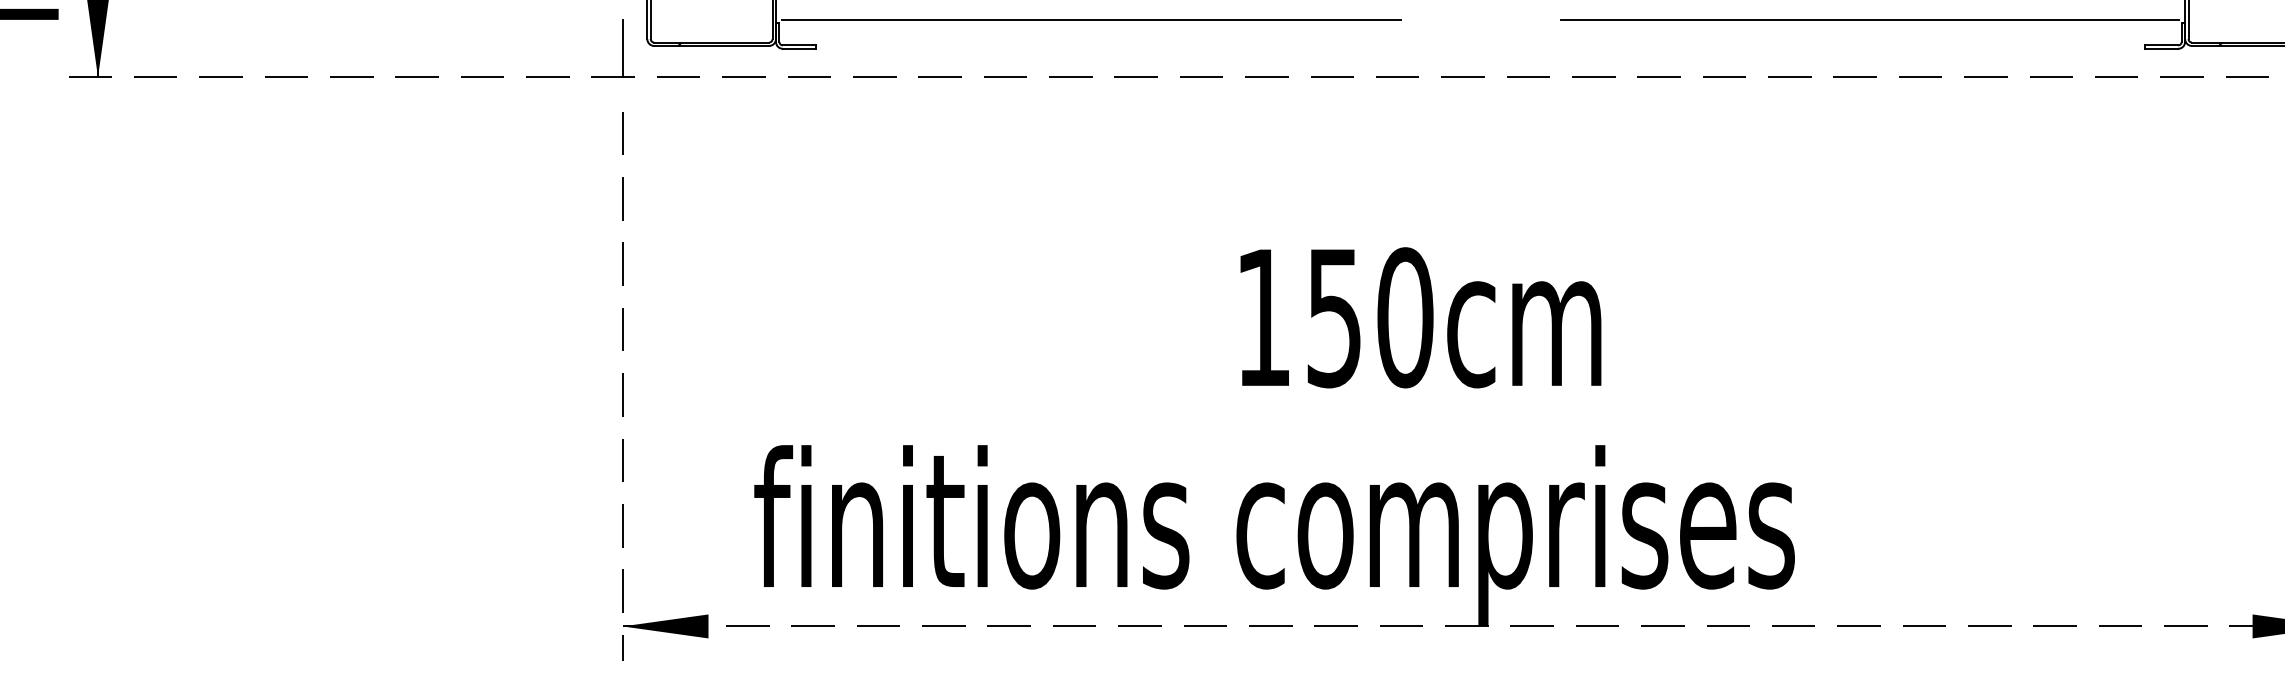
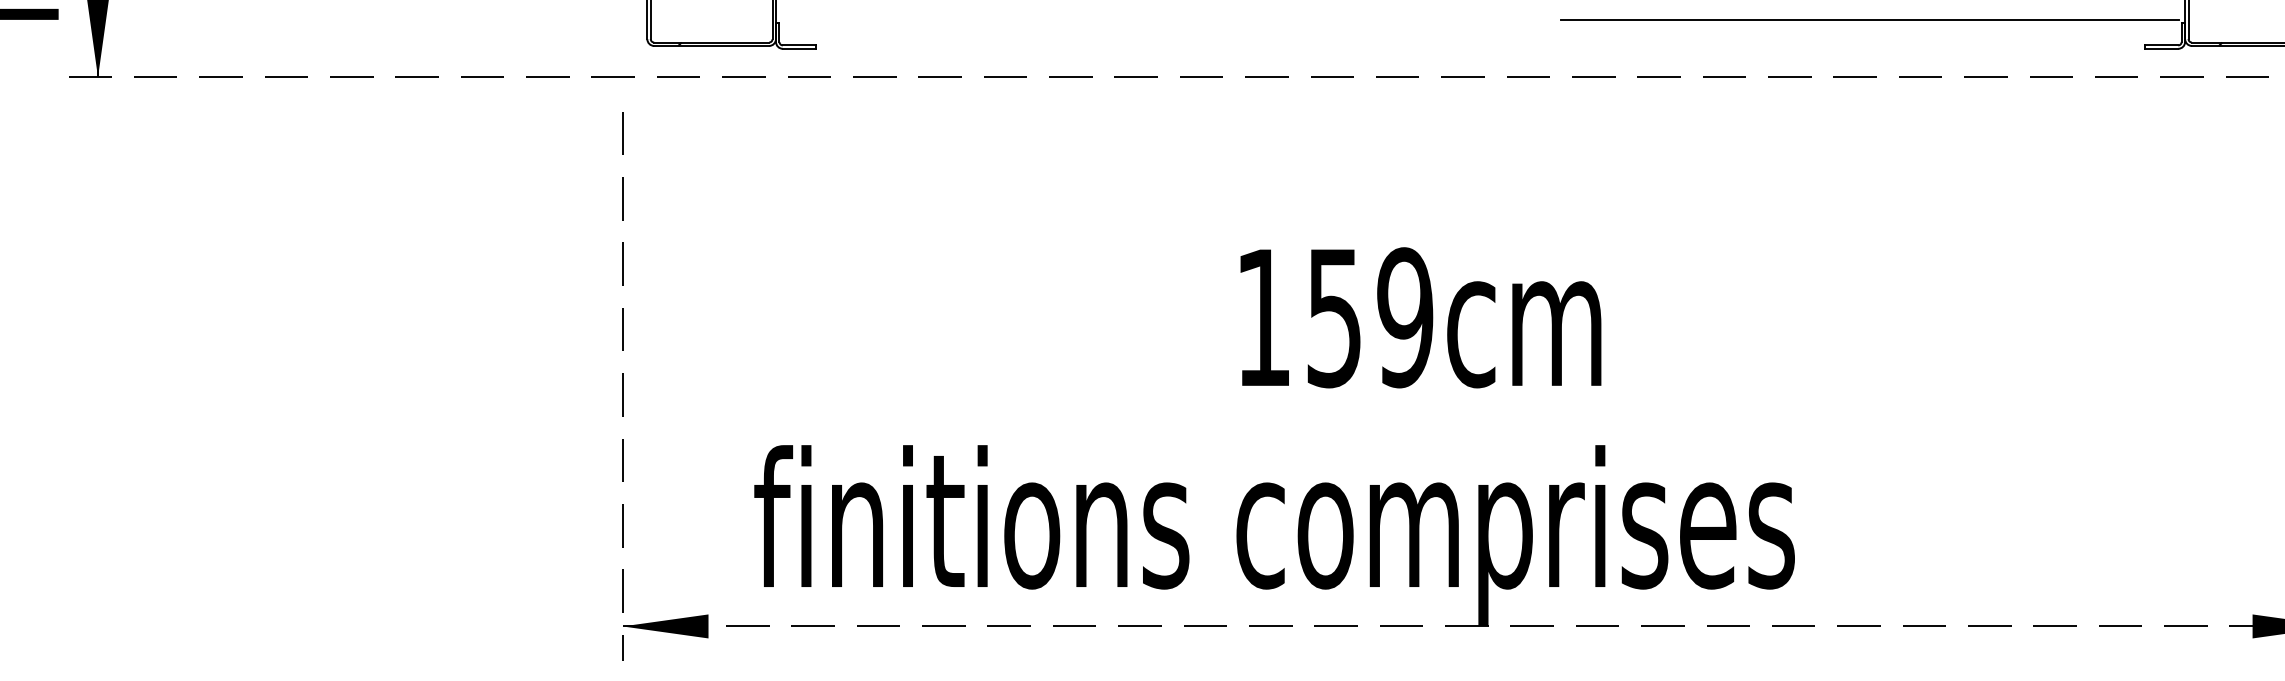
line at (1090, 20): present -> none
line at (622, 48): present -> none
text at (1405, 317): 150cm -> 159cm
